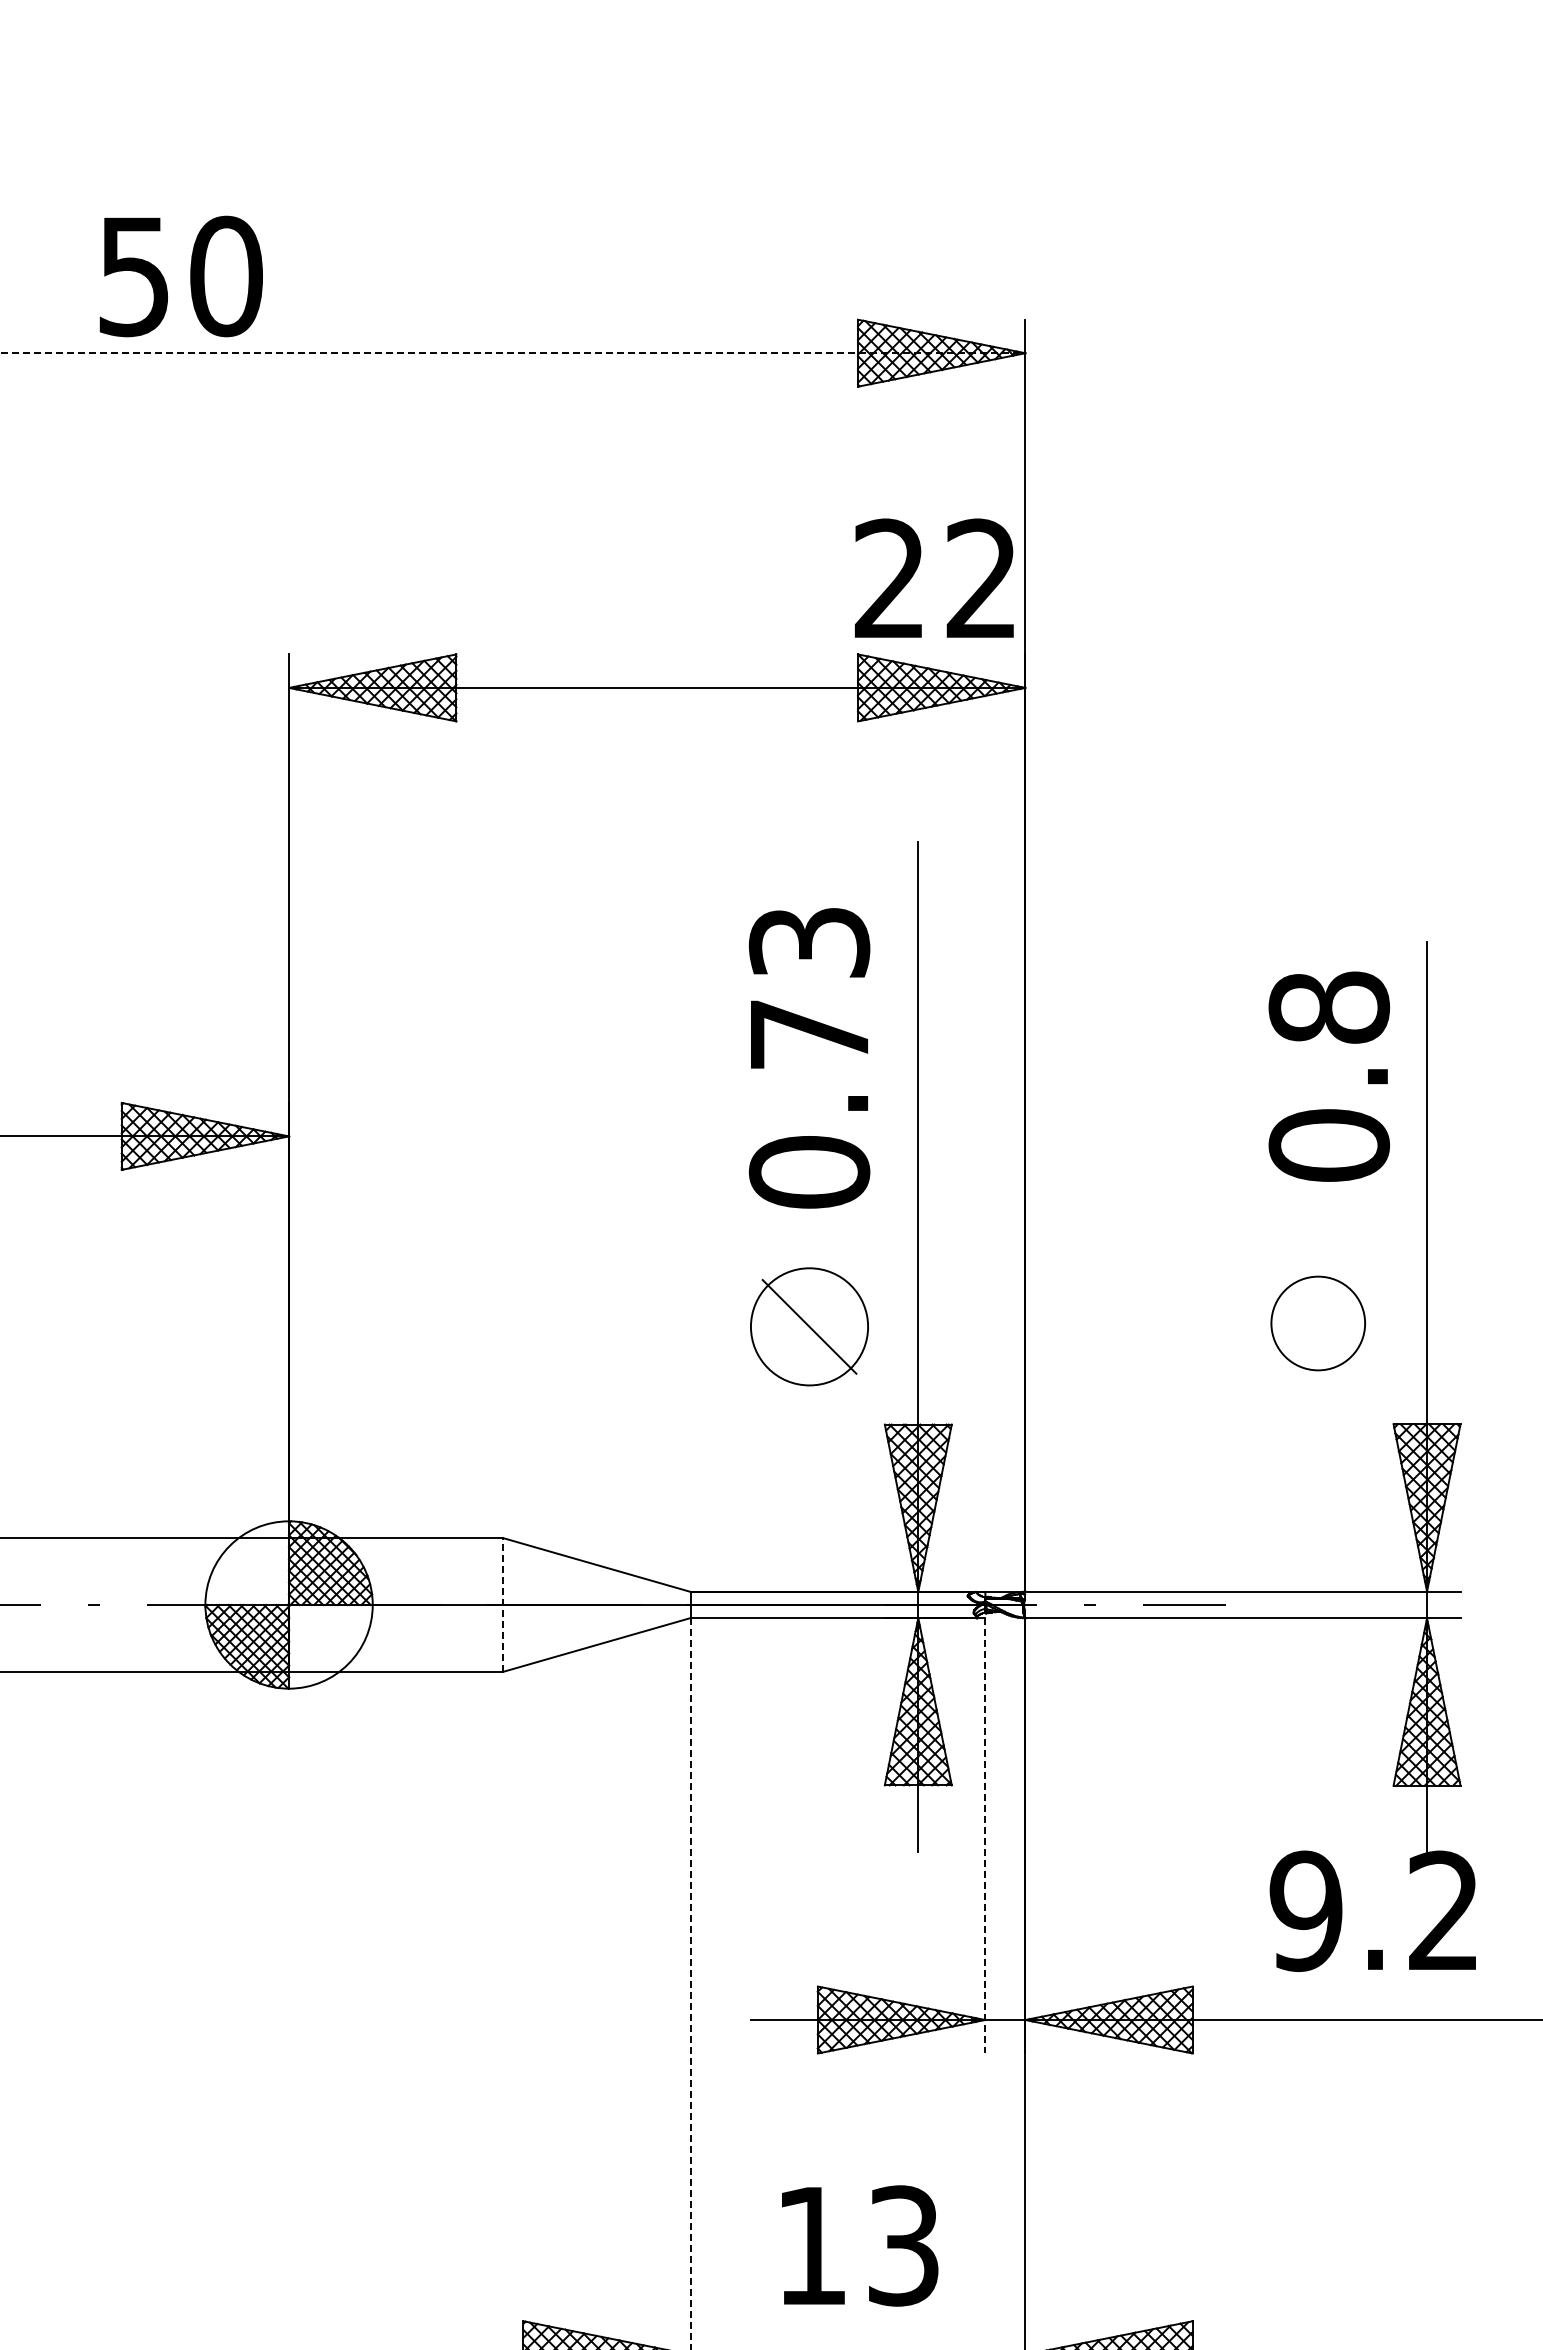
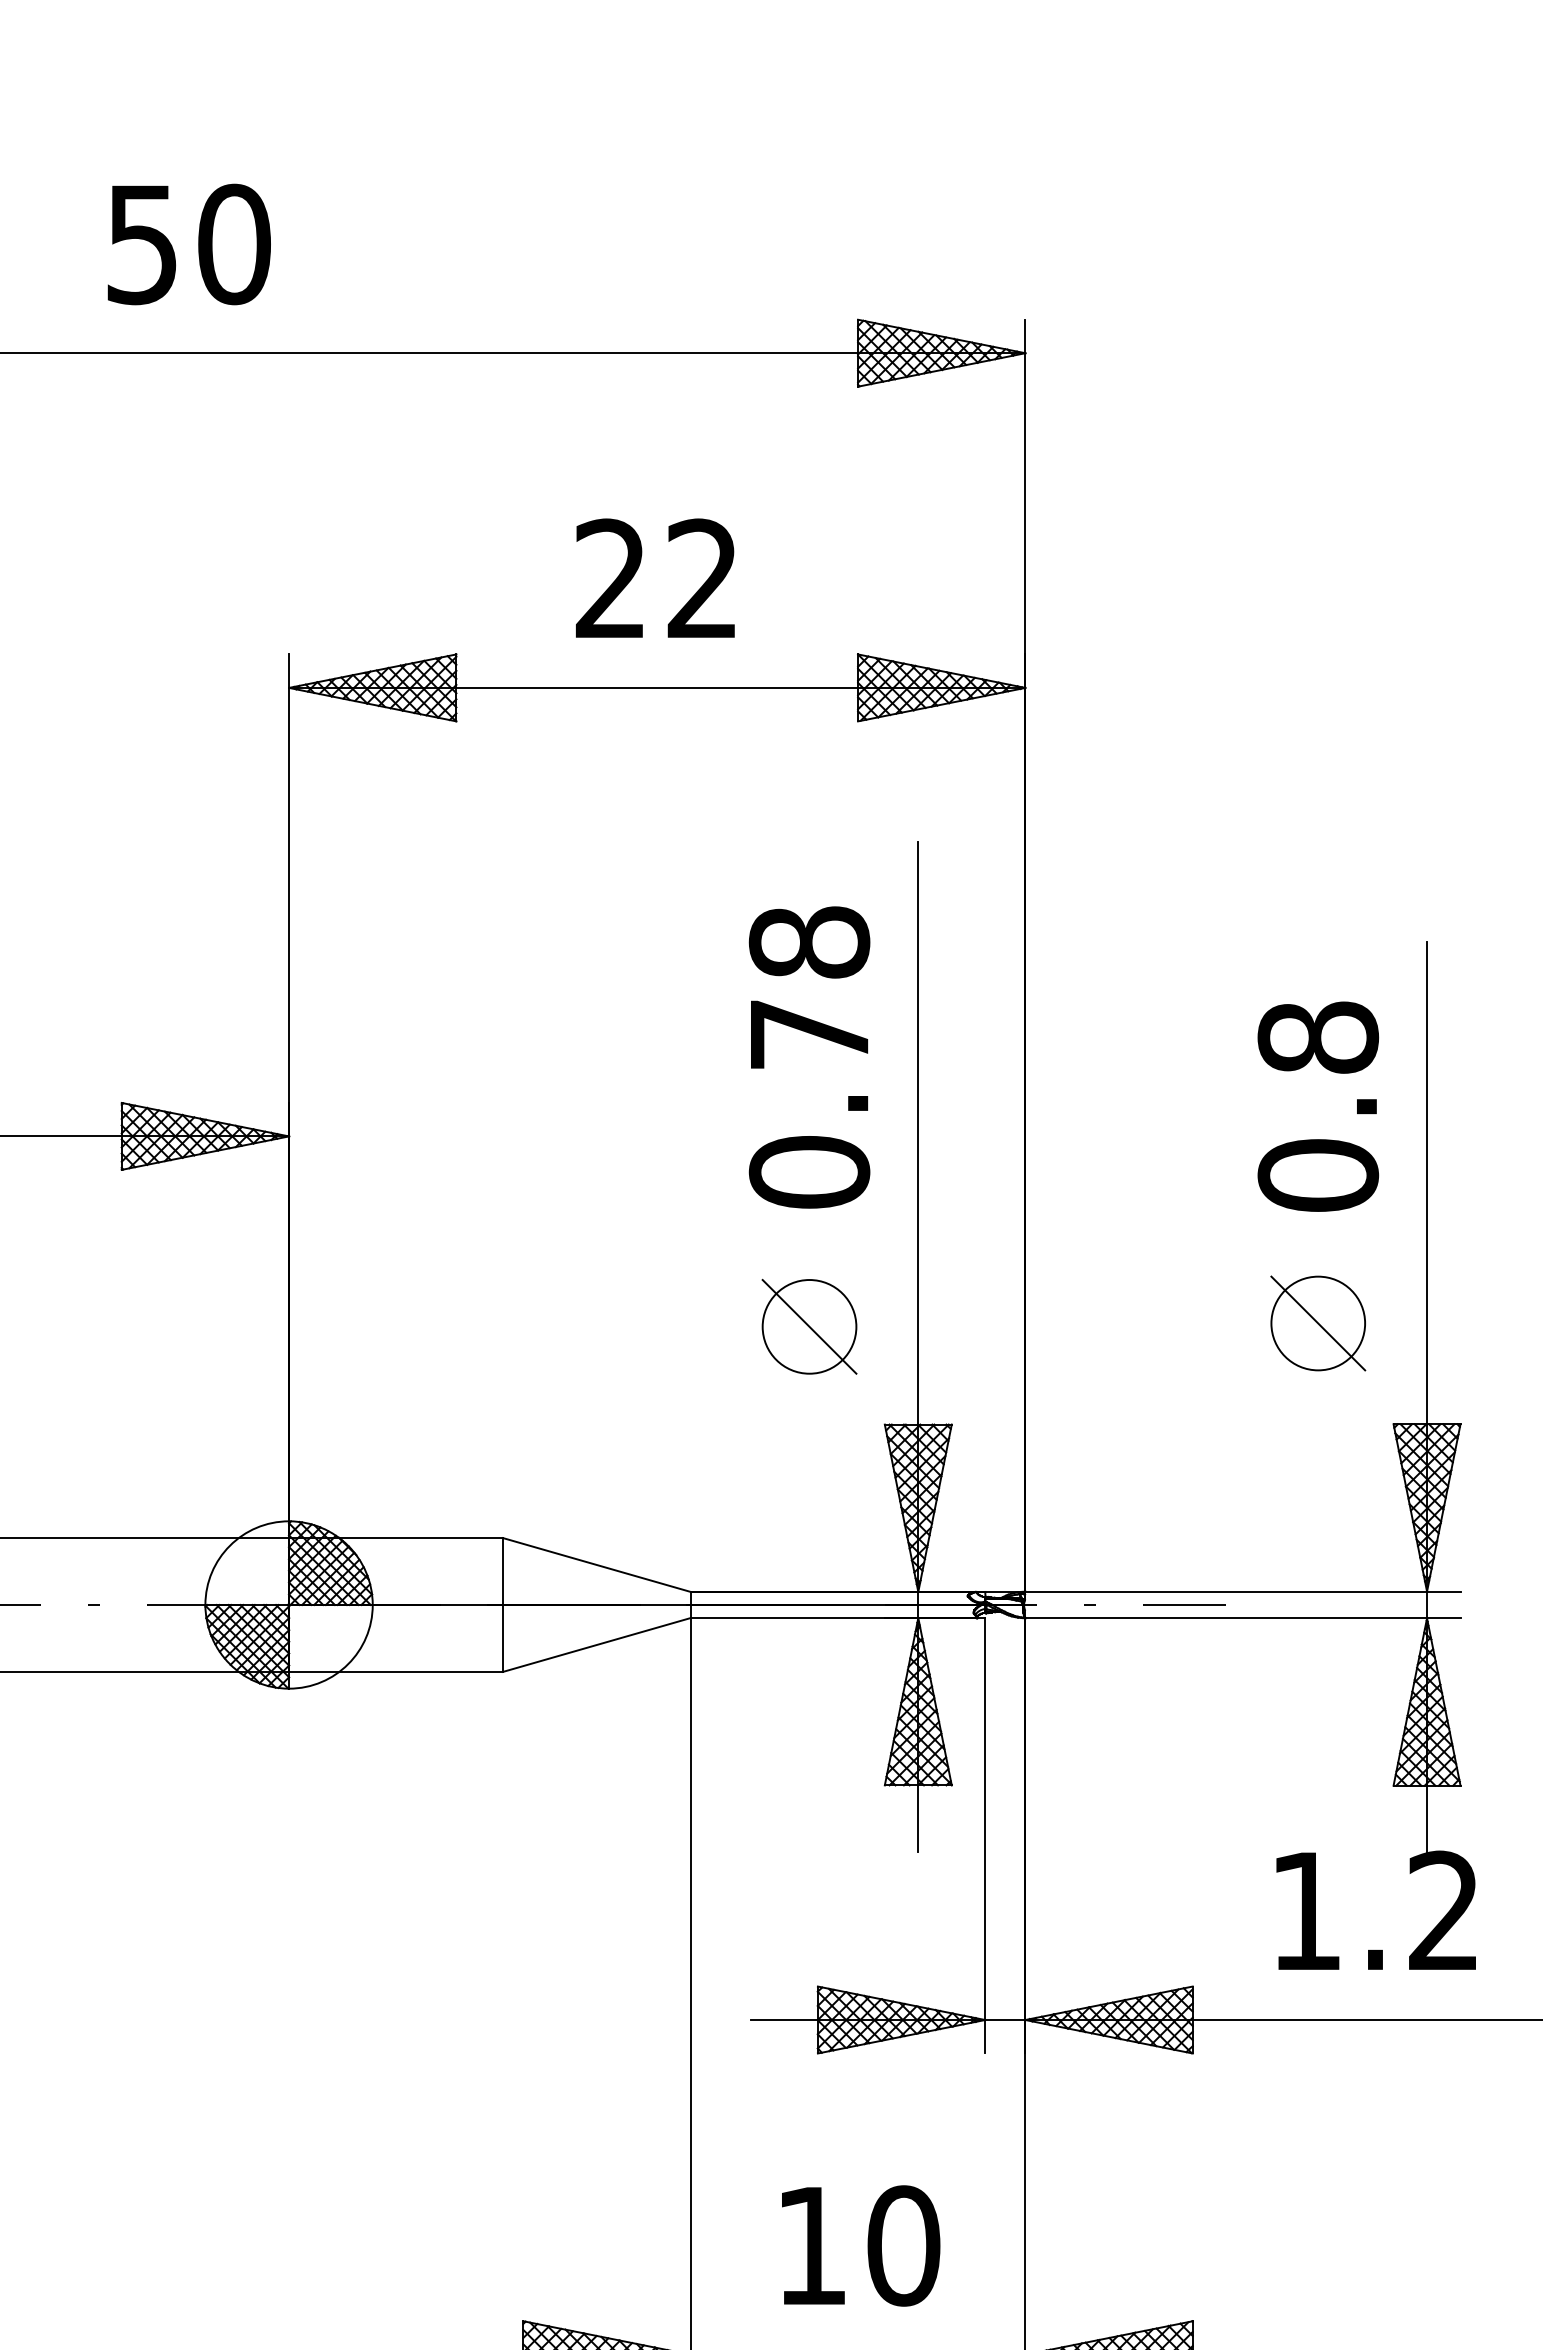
text at (180, 276) position: (180, 276) -> (188, 244)
line at (513, 353): dashed -> solid
text at (934, 577) position: (934, 577) -> (655, 577)
text at (809, 942): 0.73 -> 0.78
text at (1329, 1076) position: (1329, 1076) -> (1318, 1106)
line at (1318, 1323): none -> present
circle at (809, 1326) diameter: 117 px -> 94 px
line at (502, 1605): dashed -> solid
line at (985, 1835): dashed -> solid
text at (1305, 1910): 9.2 -> 1.2
line at (690, 1983): dashed -> solid
text at (903, 2245): 13 -> 10
